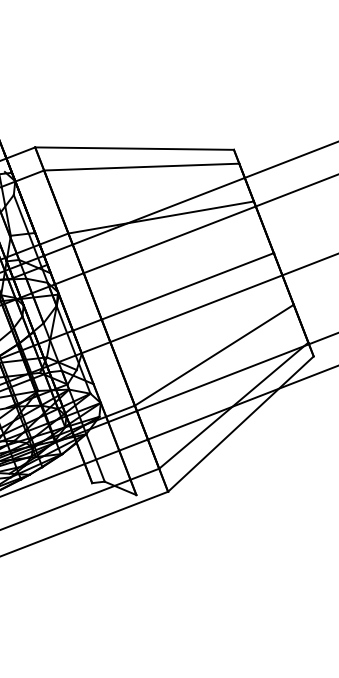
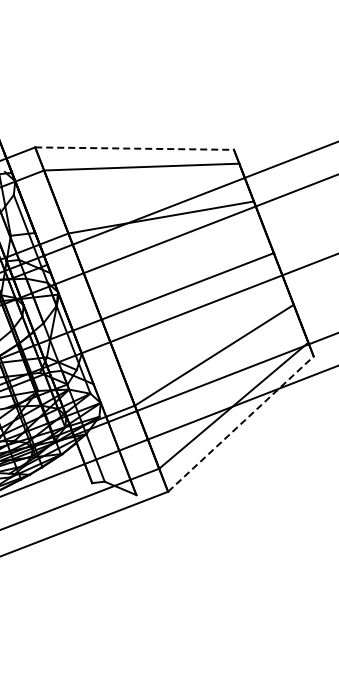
line at (135, 148): solid -> dashed
line at (241, 423): solid -> dashed
